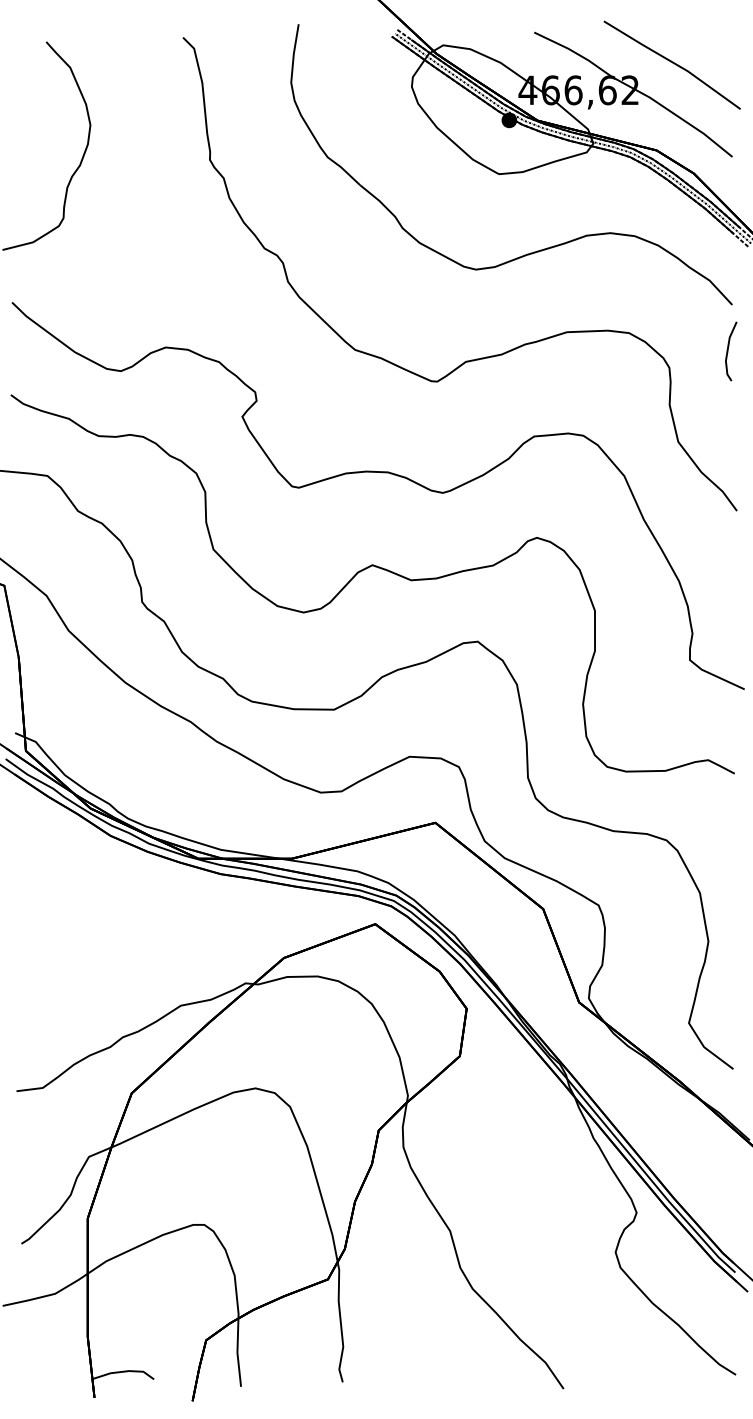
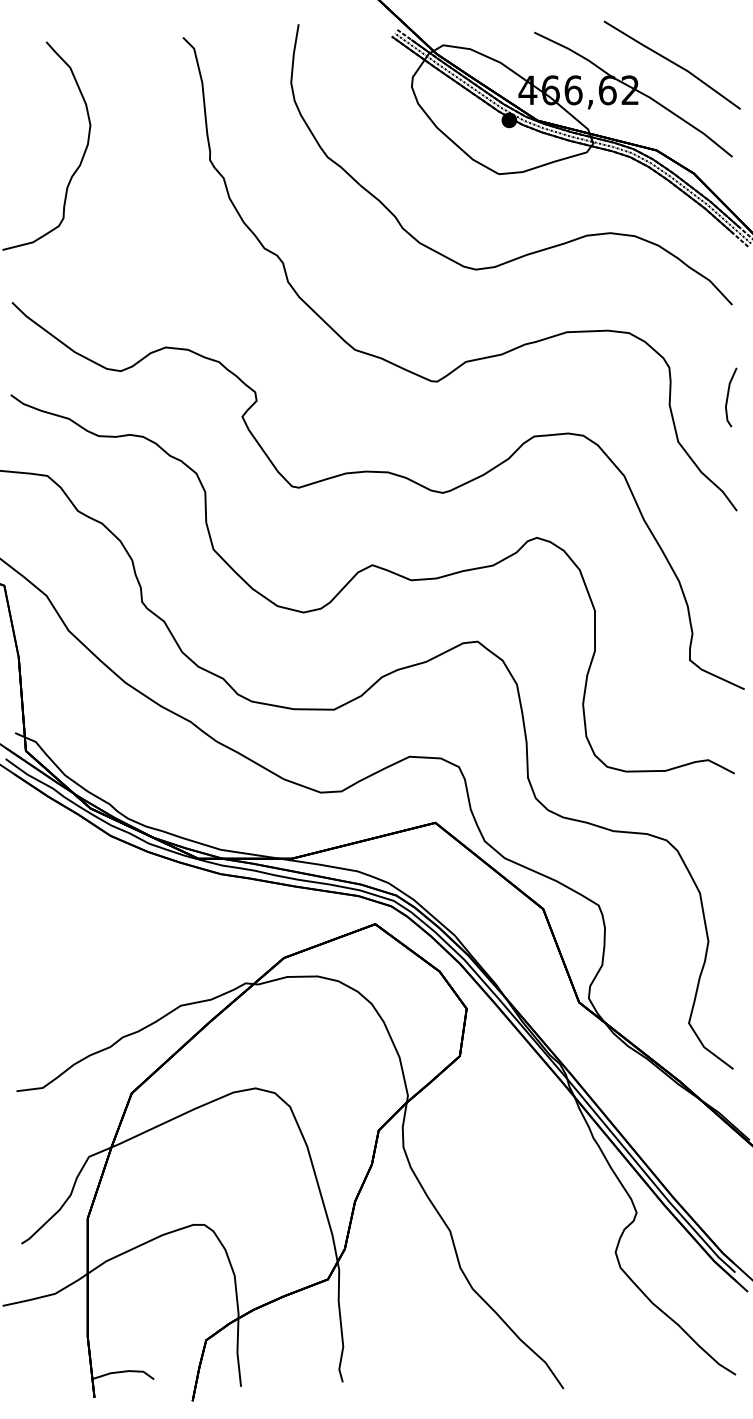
line at (728, 351) position: (728, 351) -> (728, 397)
